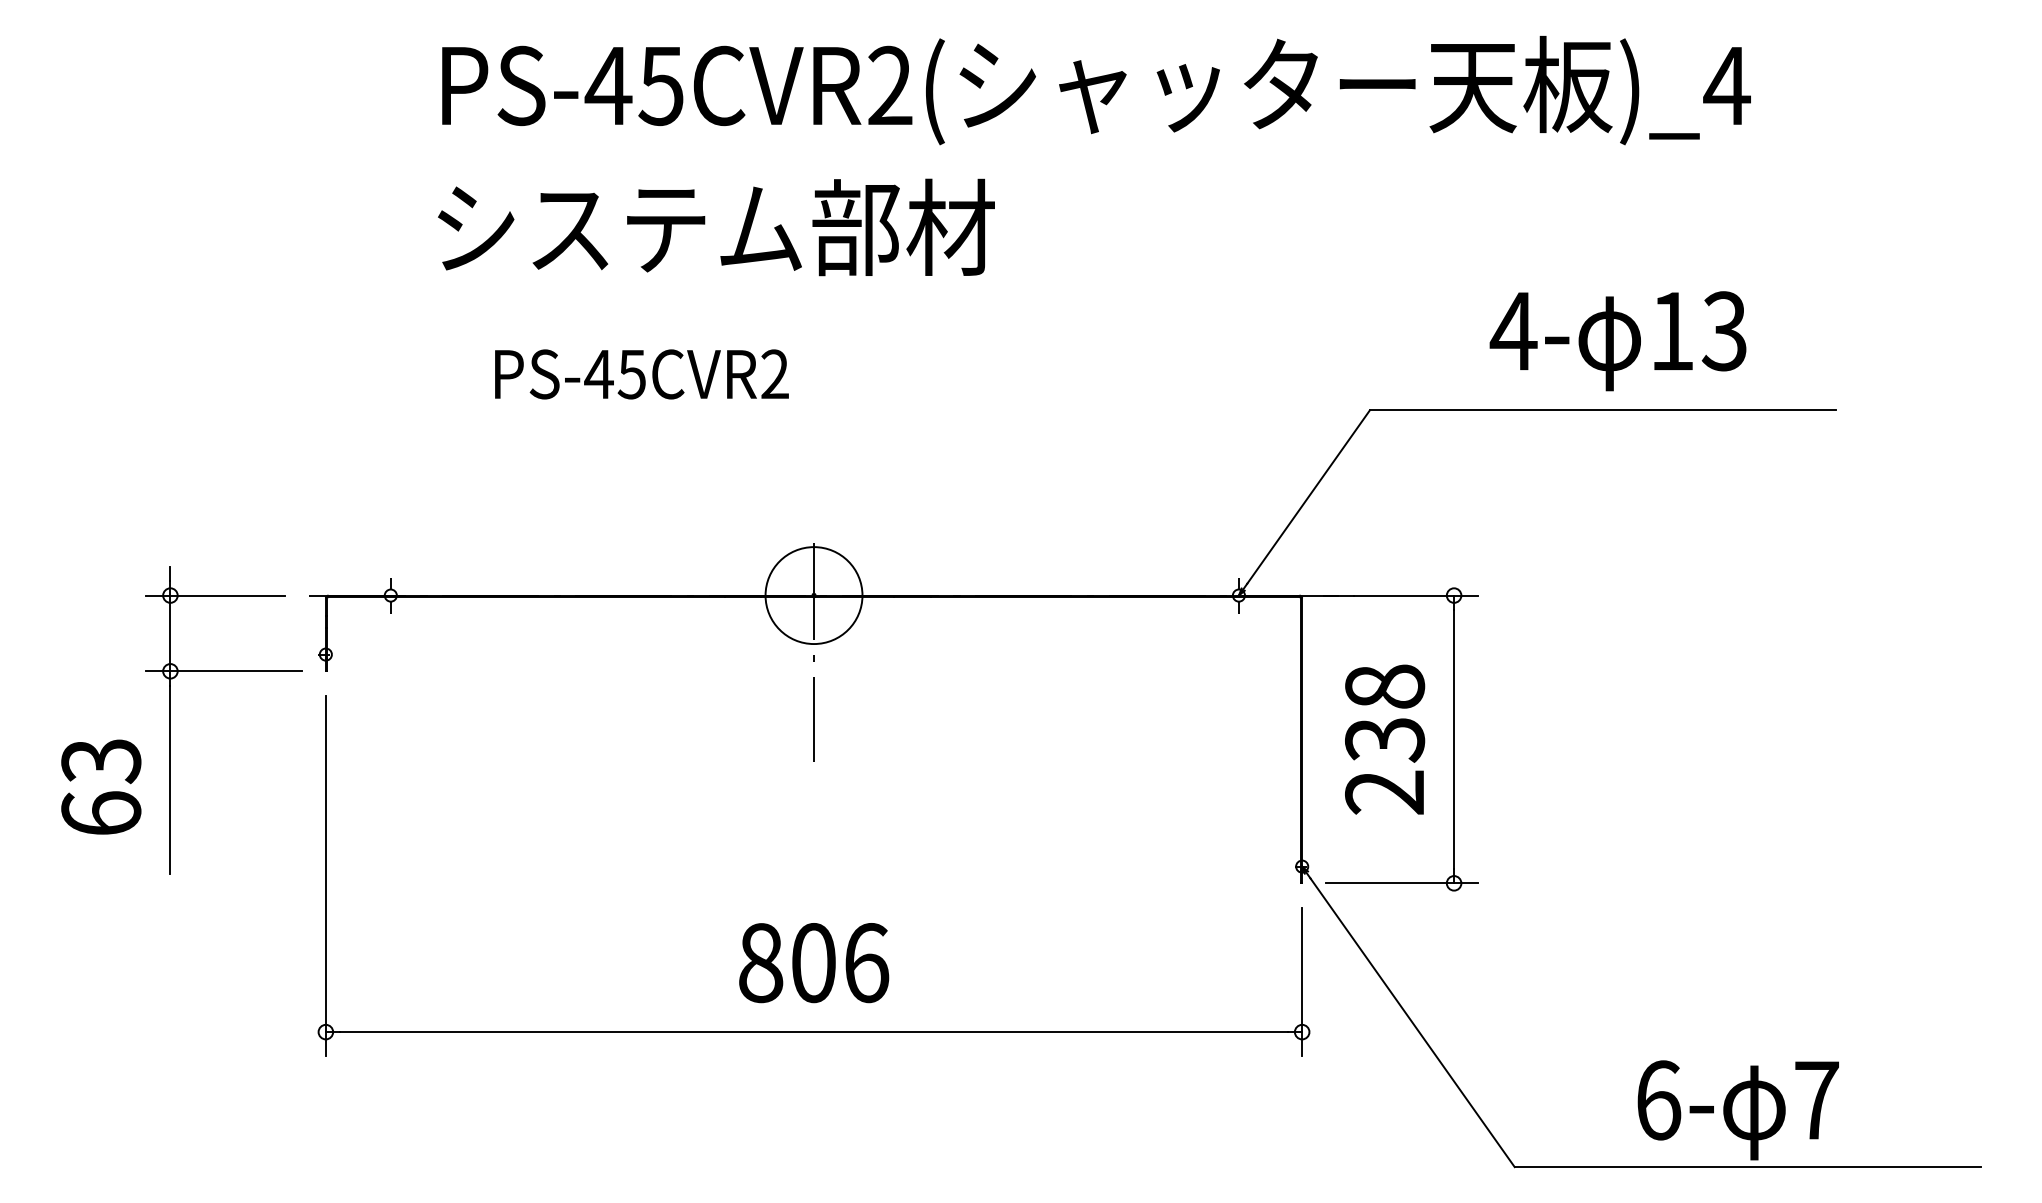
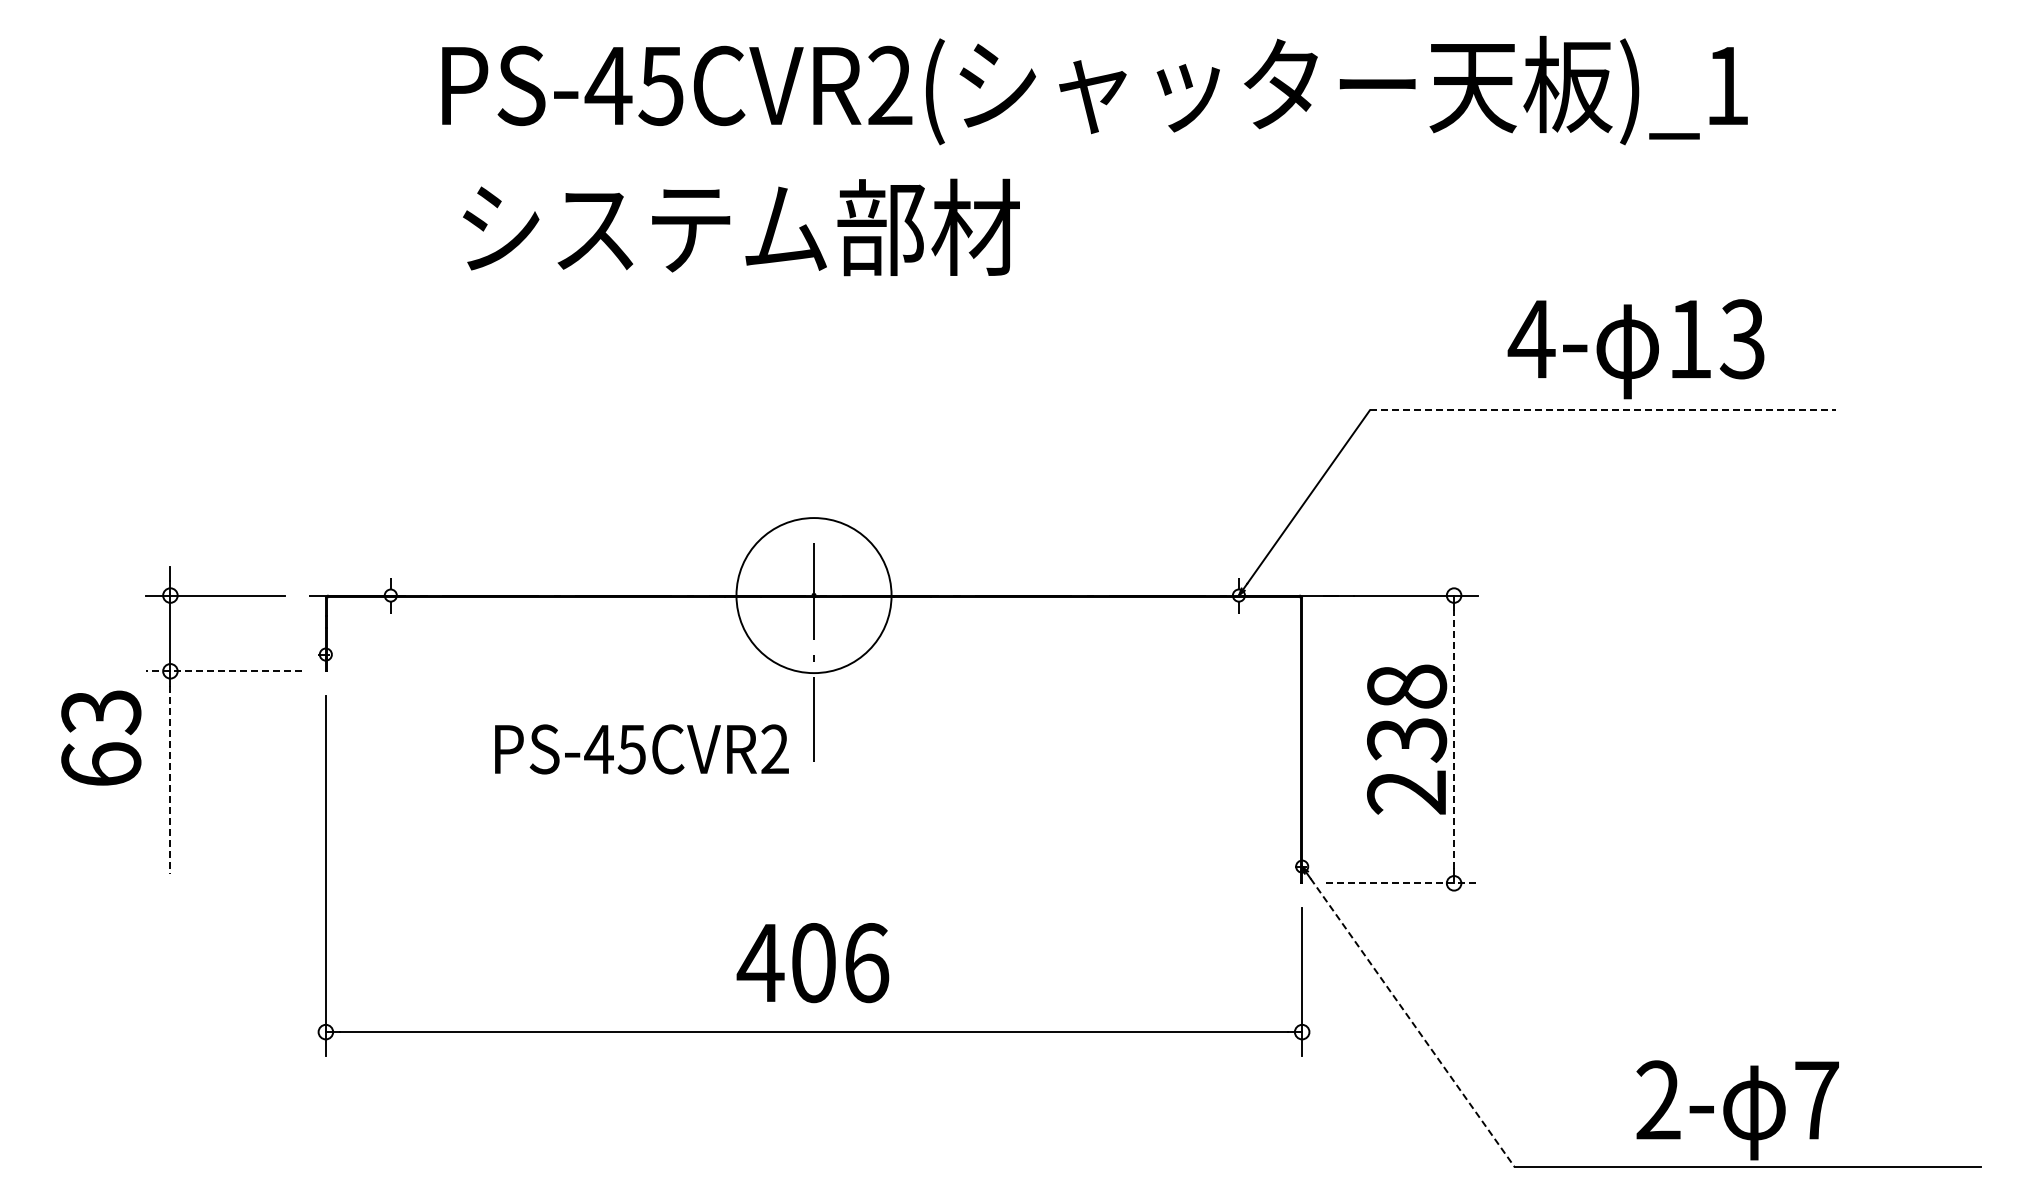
text at (1726, 85): )_4 -> )_1
text at (716, 227) position: (716, 227) -> (741, 227)
text at (1617, 341) position: (1617, 341) -> (1635, 349)
text at (641, 374) position: (641, 374) -> (641, 749)
line at (1603, 410): solid -> dashed
circle at (813, 595) diameter: 97 px -> 155 px
line at (223, 671): solid -> dashed
line at (1454, 738): solid -> dashed
text at (1385, 739) position: (1385, 739) -> (1407, 739)
line at (170, 780): solid -> dashed
text at (101, 786) position: (101, 786) -> (101, 737)
line at (1402, 883): solid -> dashed
text at (760, 963): 806 -> 406
line at (1412, 1022): solid -> dashed
text at (1658, 1100): 6- -> 2-
